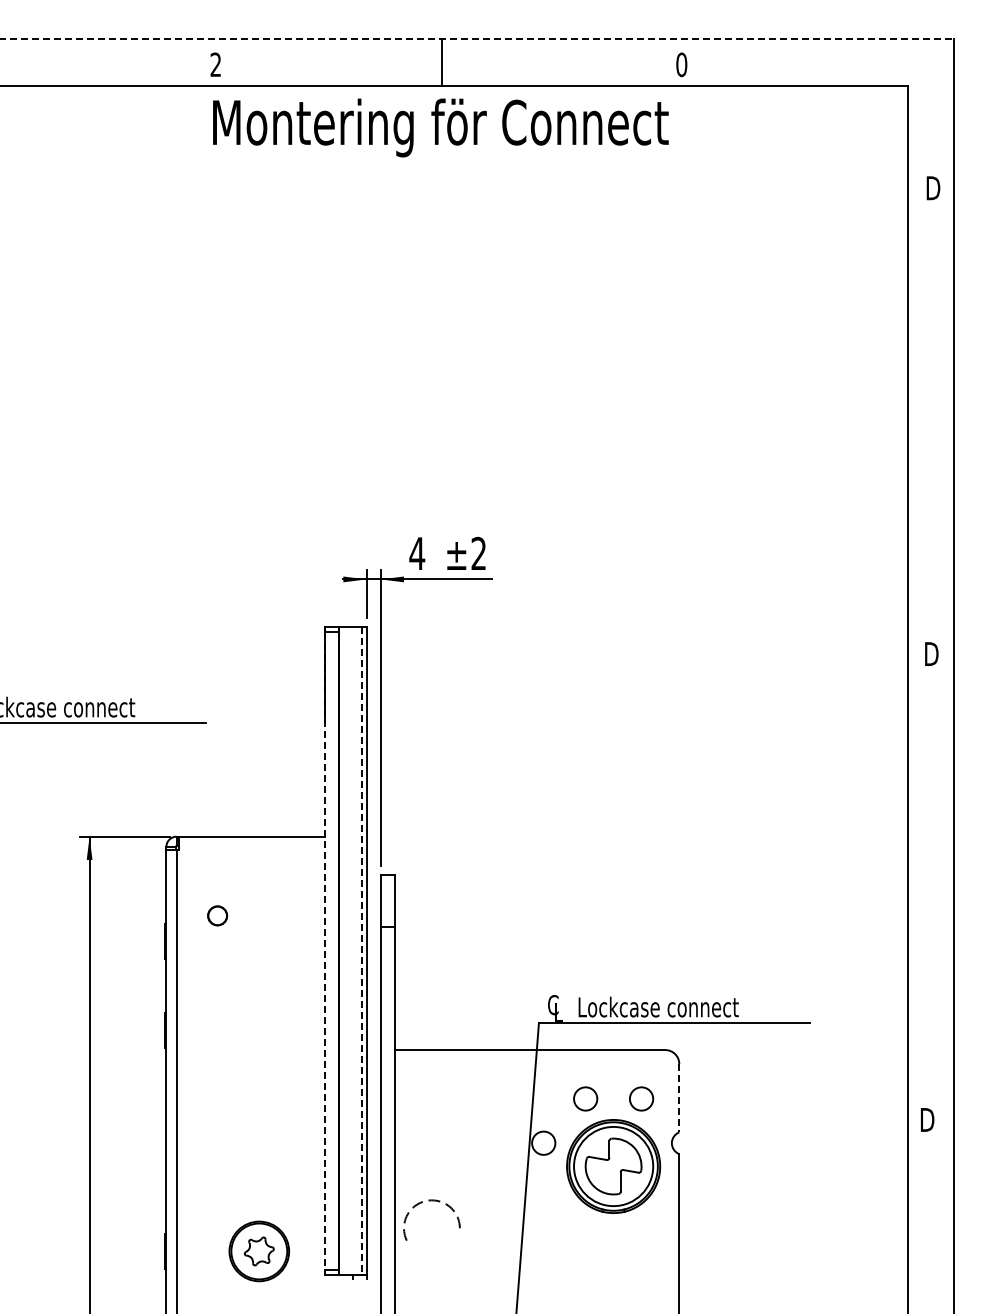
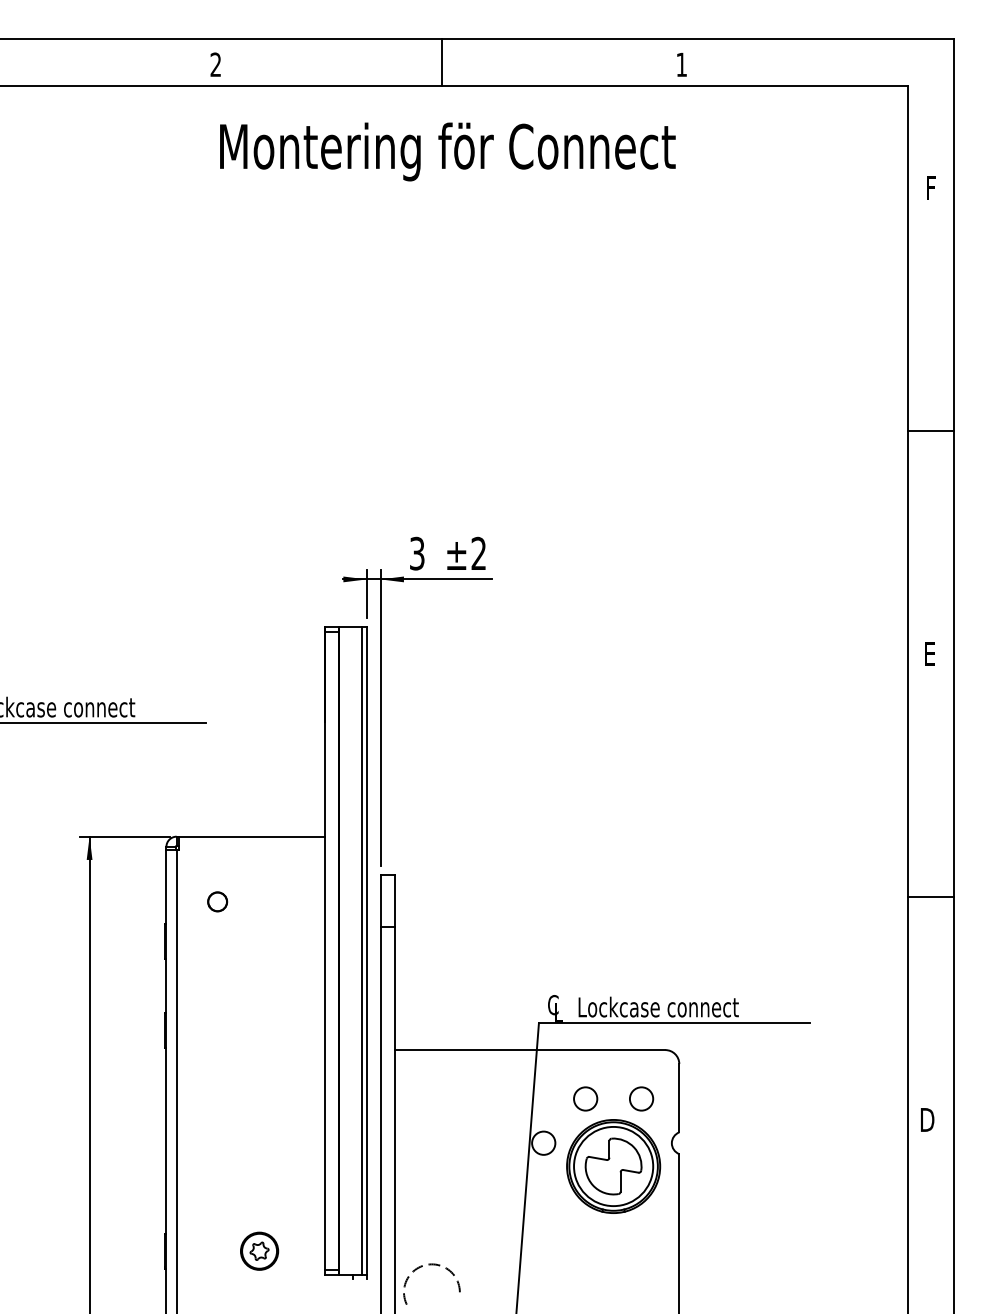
line at (477, 39): dashed -> solid
text at (681, 64): 0 -> 1
text at (440, 127) position: (440, 127) -> (447, 151)
text at (933, 188): D -> F
line at (930, 430): none -> present
text at (417, 553): 4 -> 3
text at (931, 653): D -> E
line at (930, 896): none -> present
circle at (217, 915) position: (217, 915) -> (217, 901)
line at (362, 950): dashed -> solid
line at (324, 951): dashed -> solid
line at (679, 1098): dashed -> solid
arc at (431, 1201) position: (431, 1201) -> (431, 1265)
part at (258, 1251) size: 62x63 px -> 40x40 px
